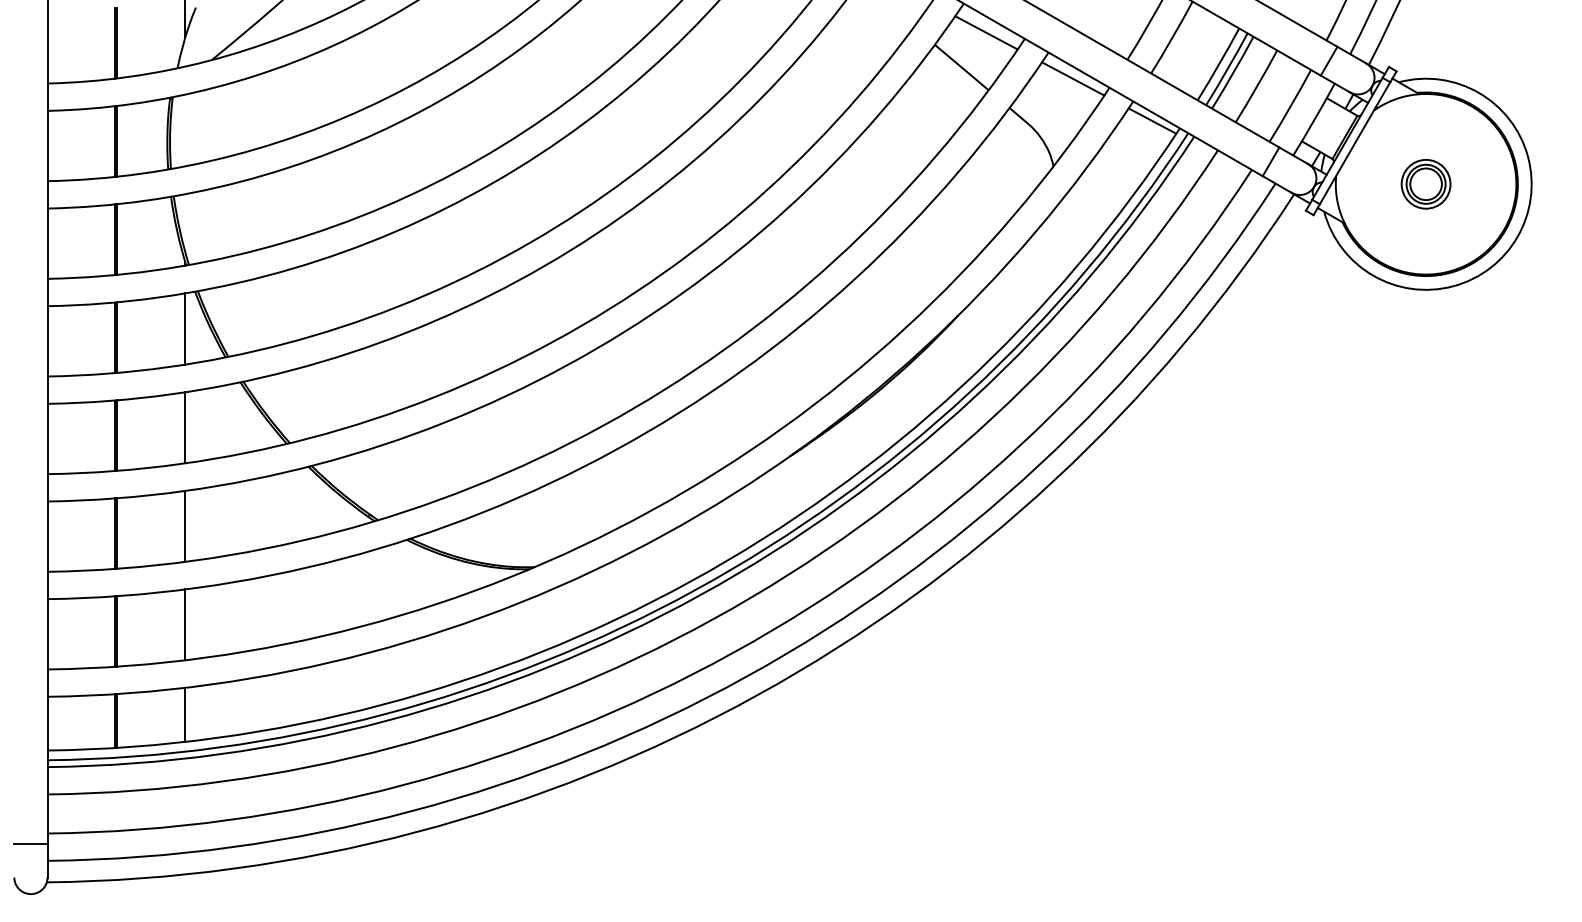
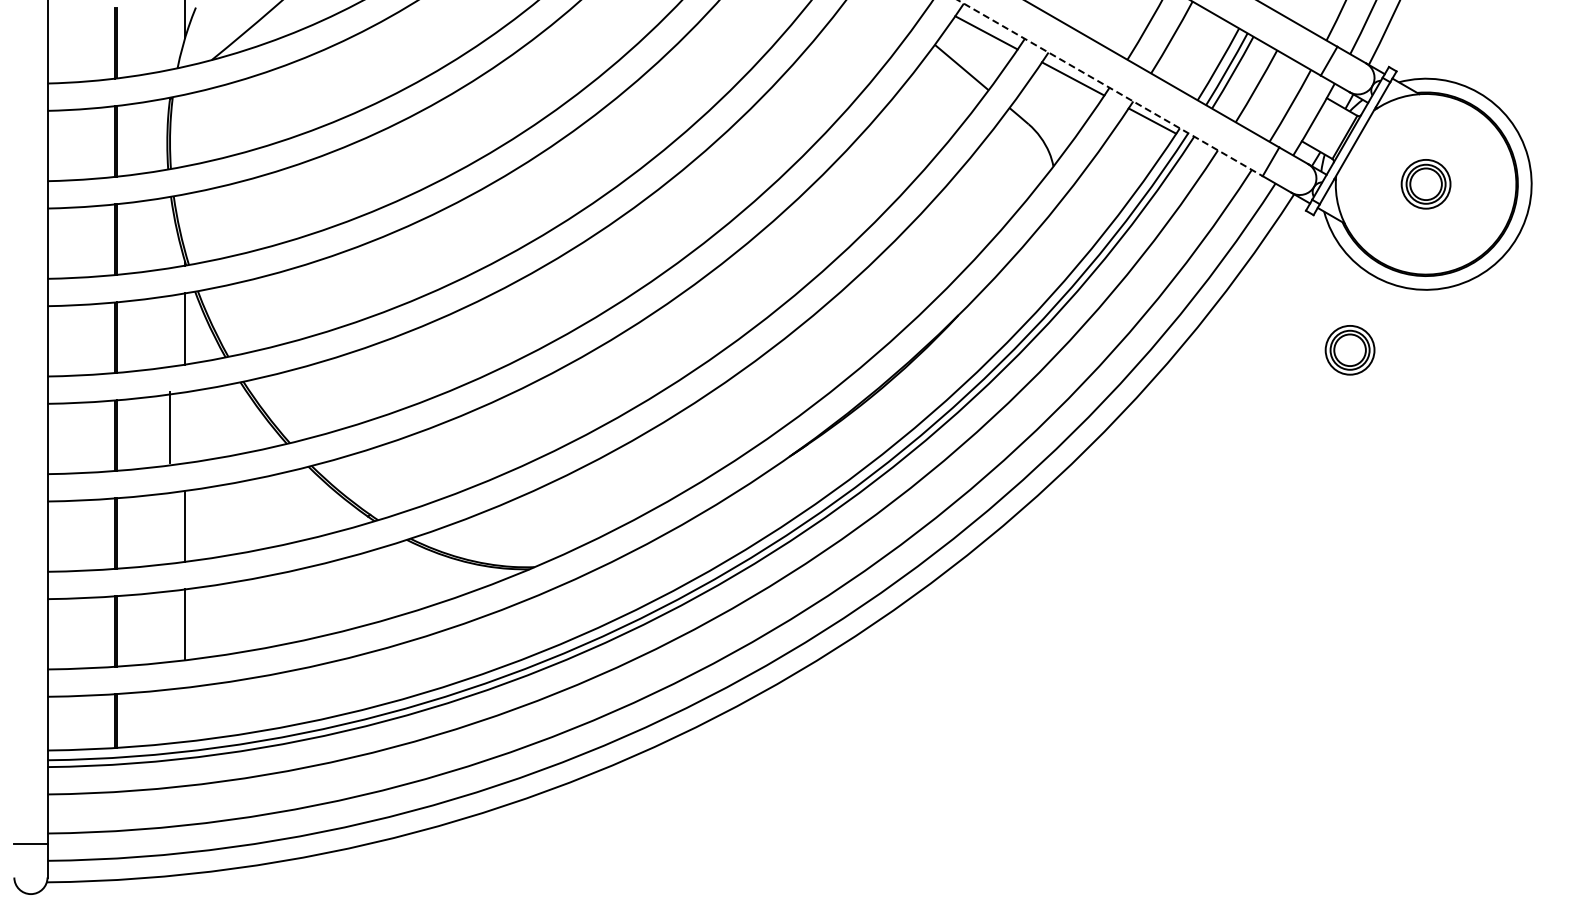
line at (1110, 88): solid -> dashed
part at (1349, 350): none -> present
line at (185, 427) position: (185, 427) -> (170, 427)
line at (185, 714): present -> none
